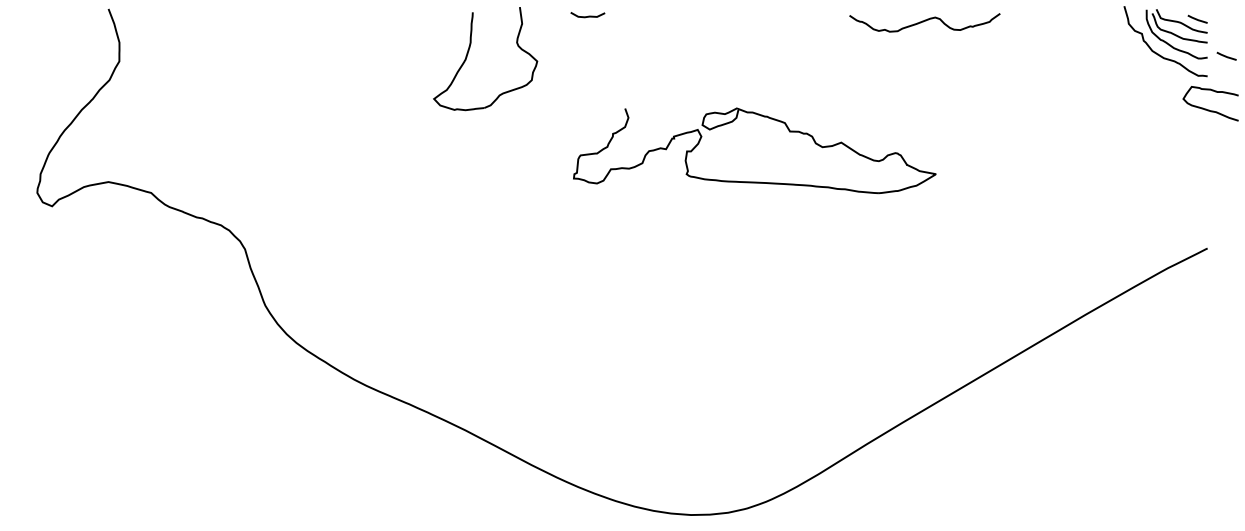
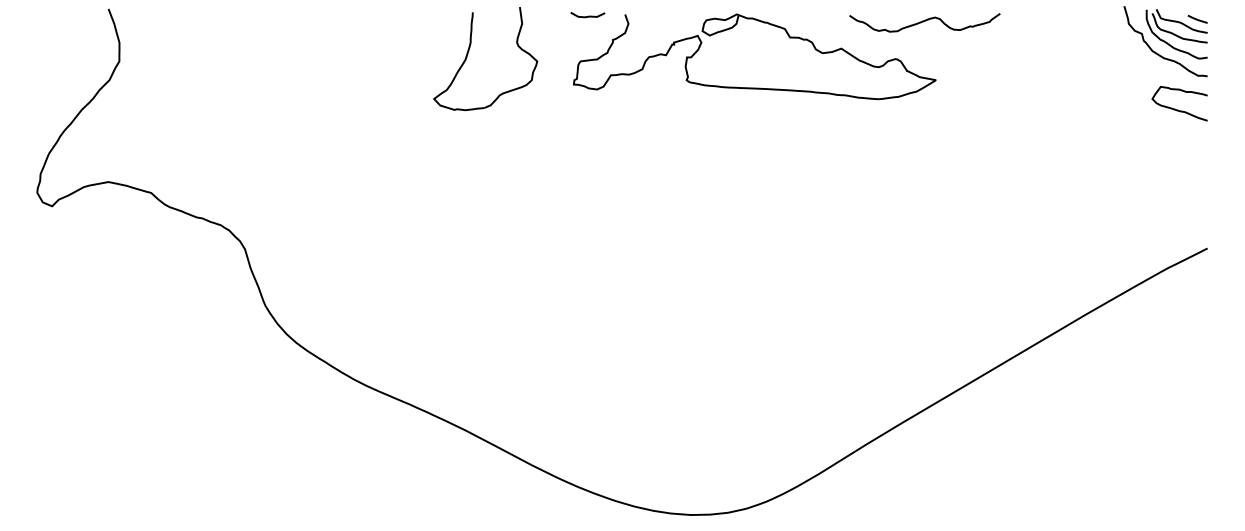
line at (1226, 55): present -> none
curve at (1209, 109) position: (1209, 109) -> (1178, 109)
part at (754, 181) position: (754, 181) -> (754, 87)
